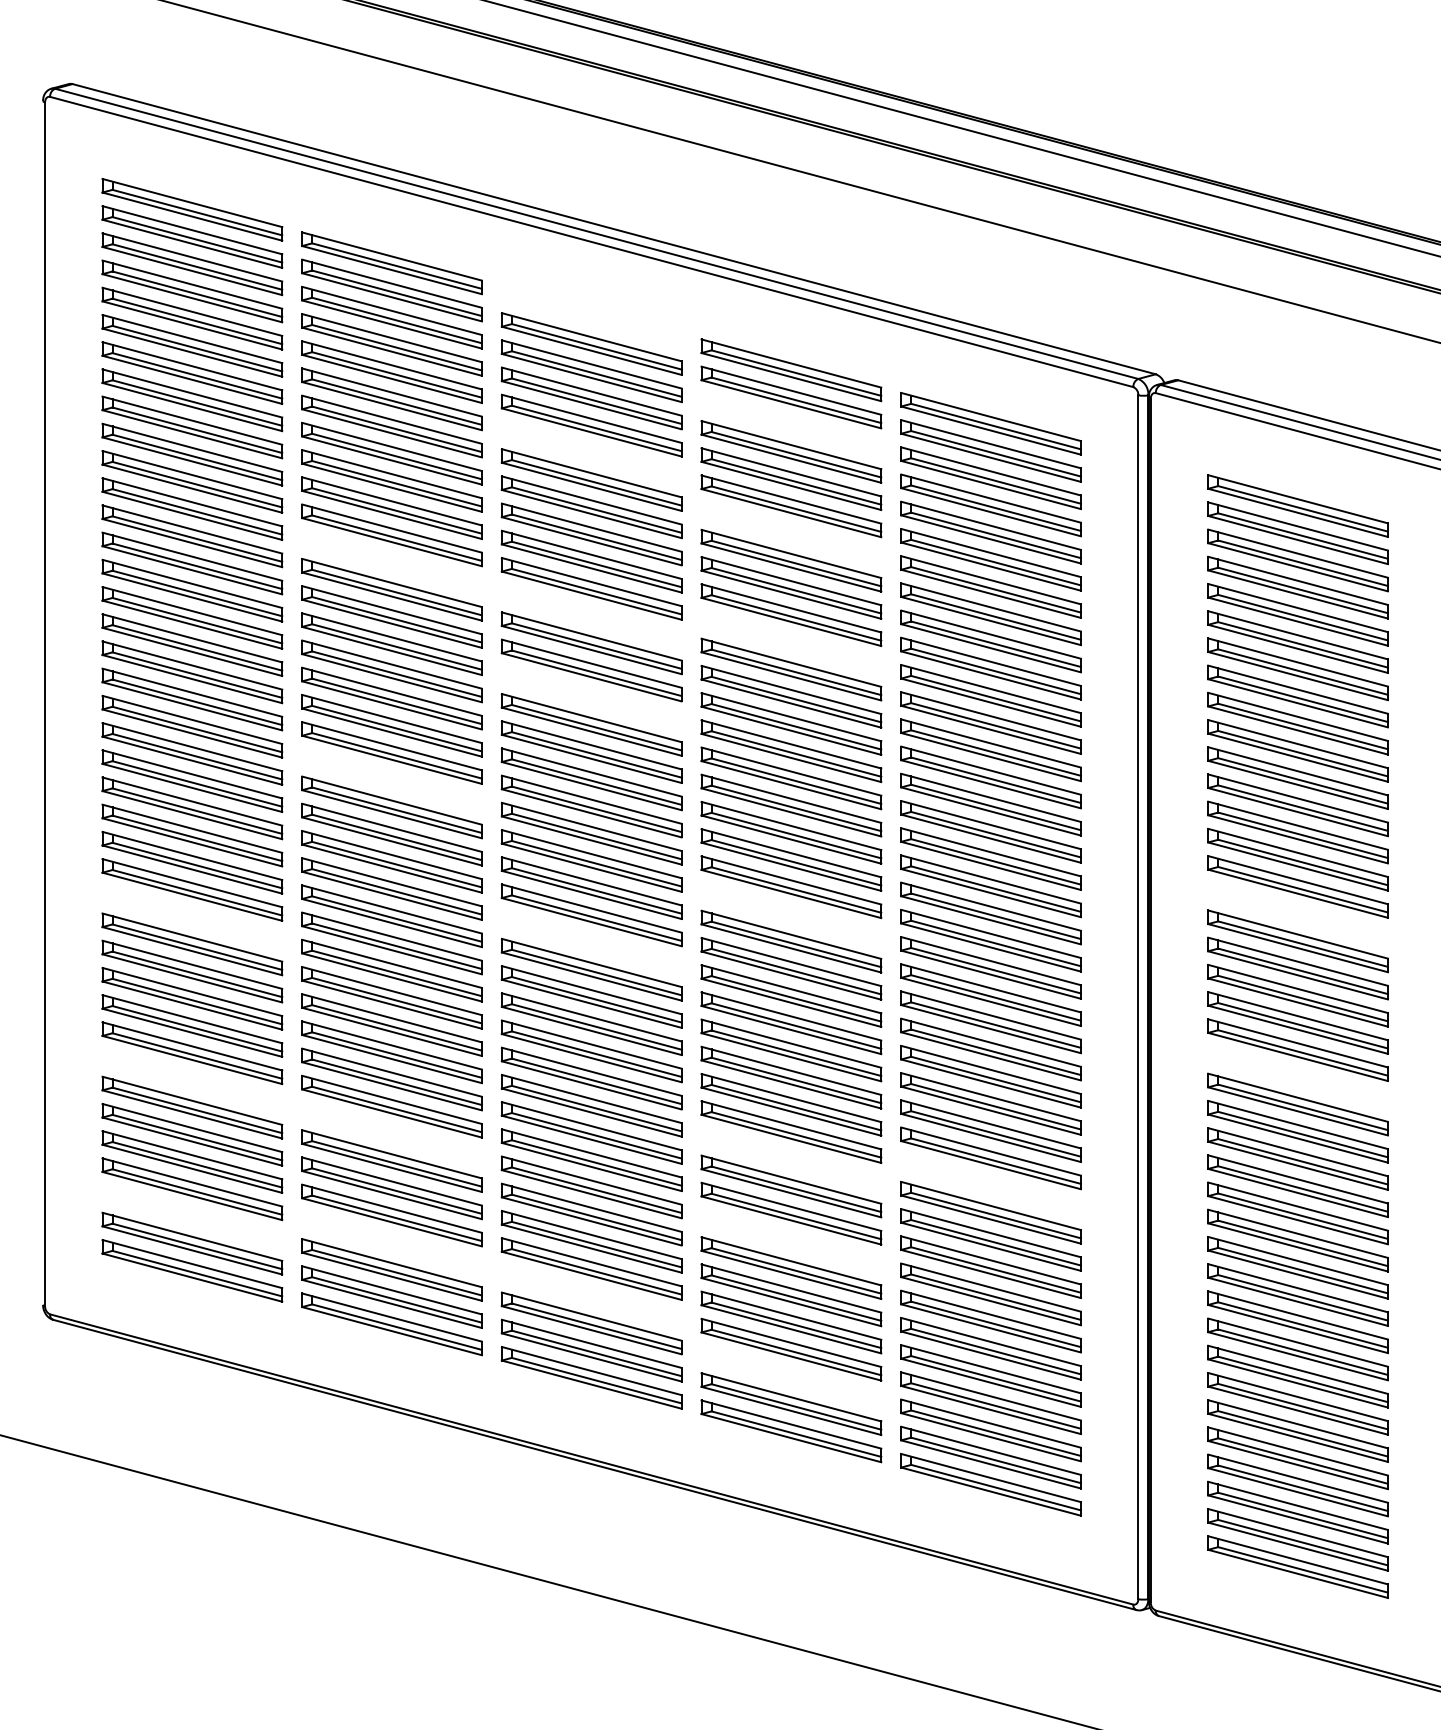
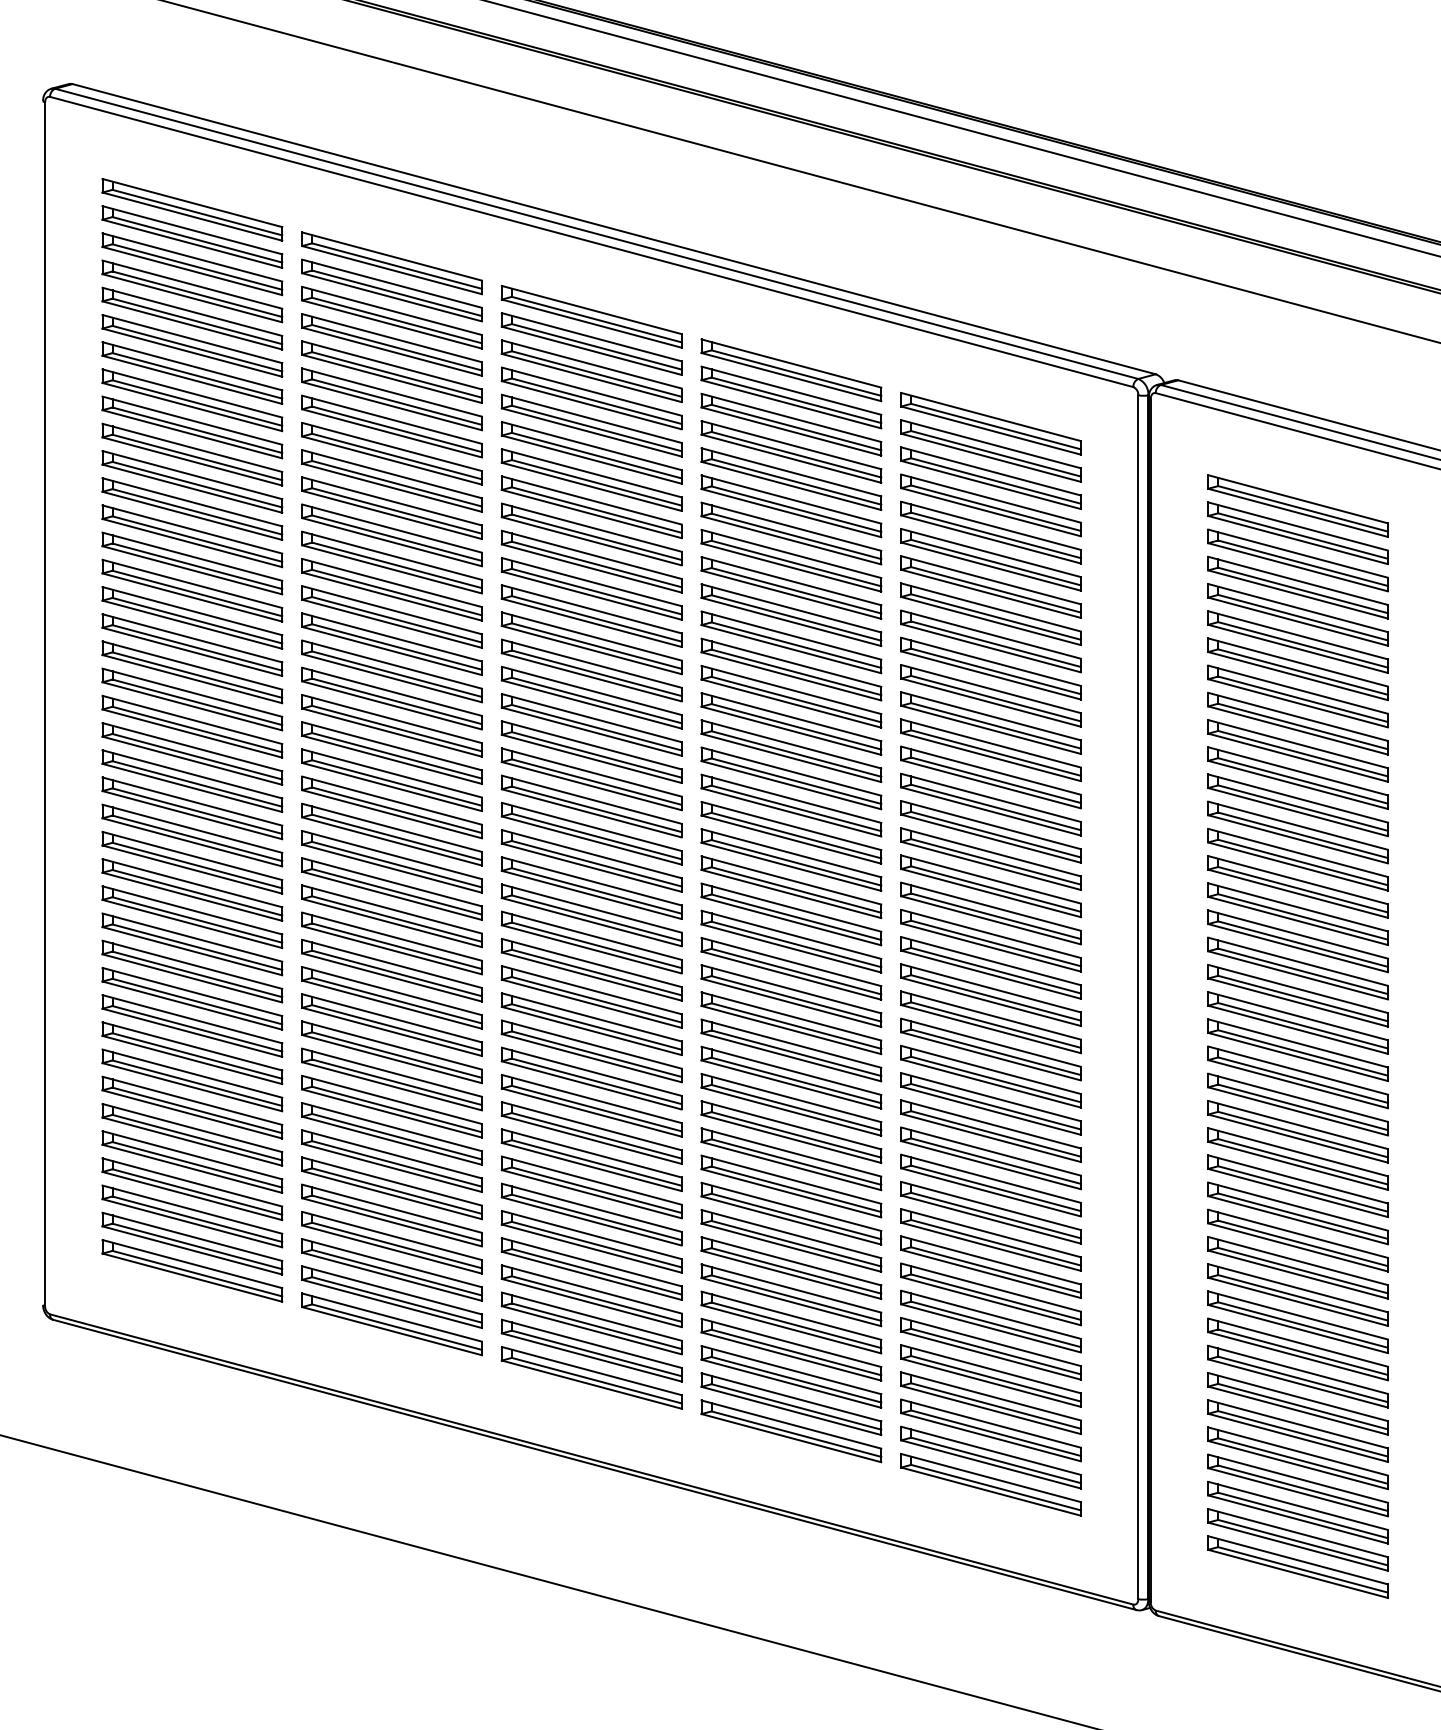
part at (591, 316): none -> present
part at (791, 424): none -> present
part at (591, 452): none -> present
part at (791, 533): none -> present
part at (391, 562): none -> present
part at (591, 615): none -> present
part at (791, 642): none -> present
part at (591, 697): none -> present
part at (391, 780): none -> present
part at (1297, 913): none -> present
part at (791, 914): none -> present
part at (192, 916): none -> present
part at (591, 942): none -> present
part at (1297, 1077): none -> present
part at (192, 1080): none -> present
part at (391, 1133): none -> present
part at (791, 1159): none -> present
part at (990, 1185): none -> present
part at (192, 1216): none -> present
part at (791, 1240): none -> present
part at (391, 1242): none -> present
part at (591, 1295): none -> present
part at (791, 1376): none -> present
